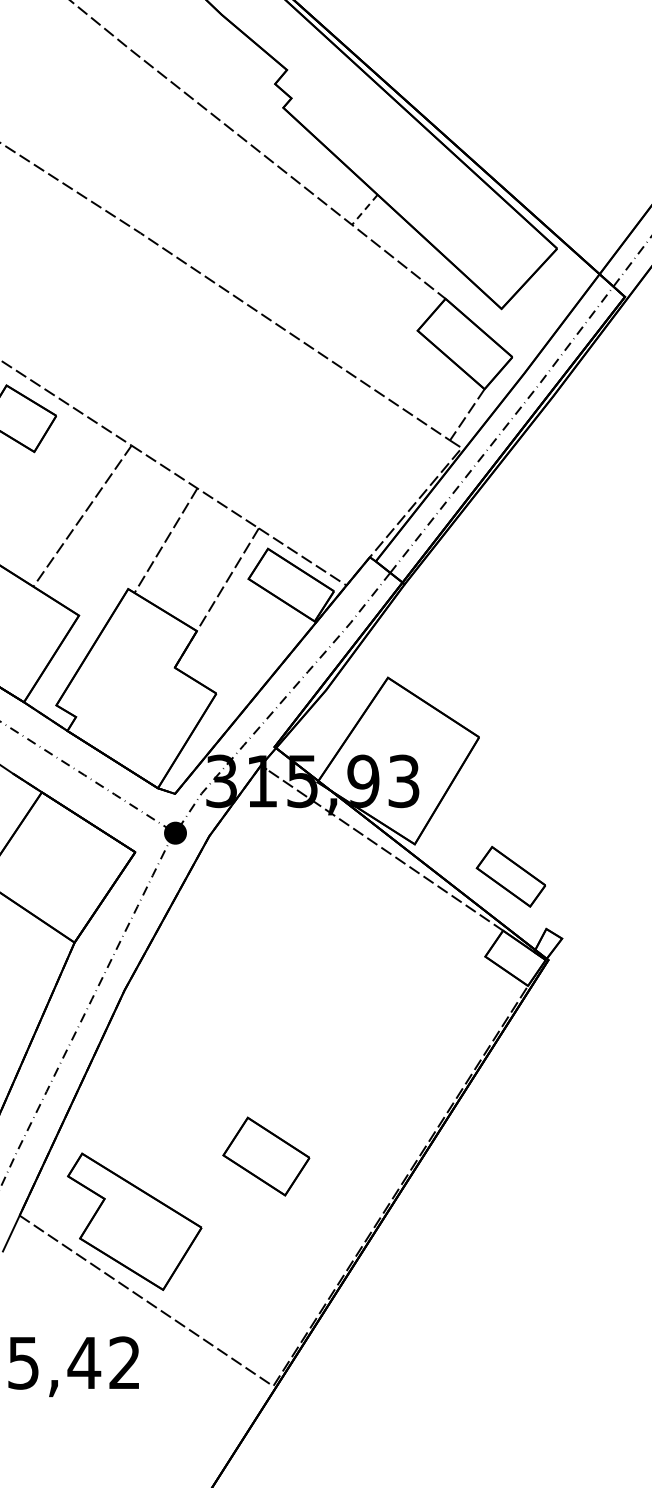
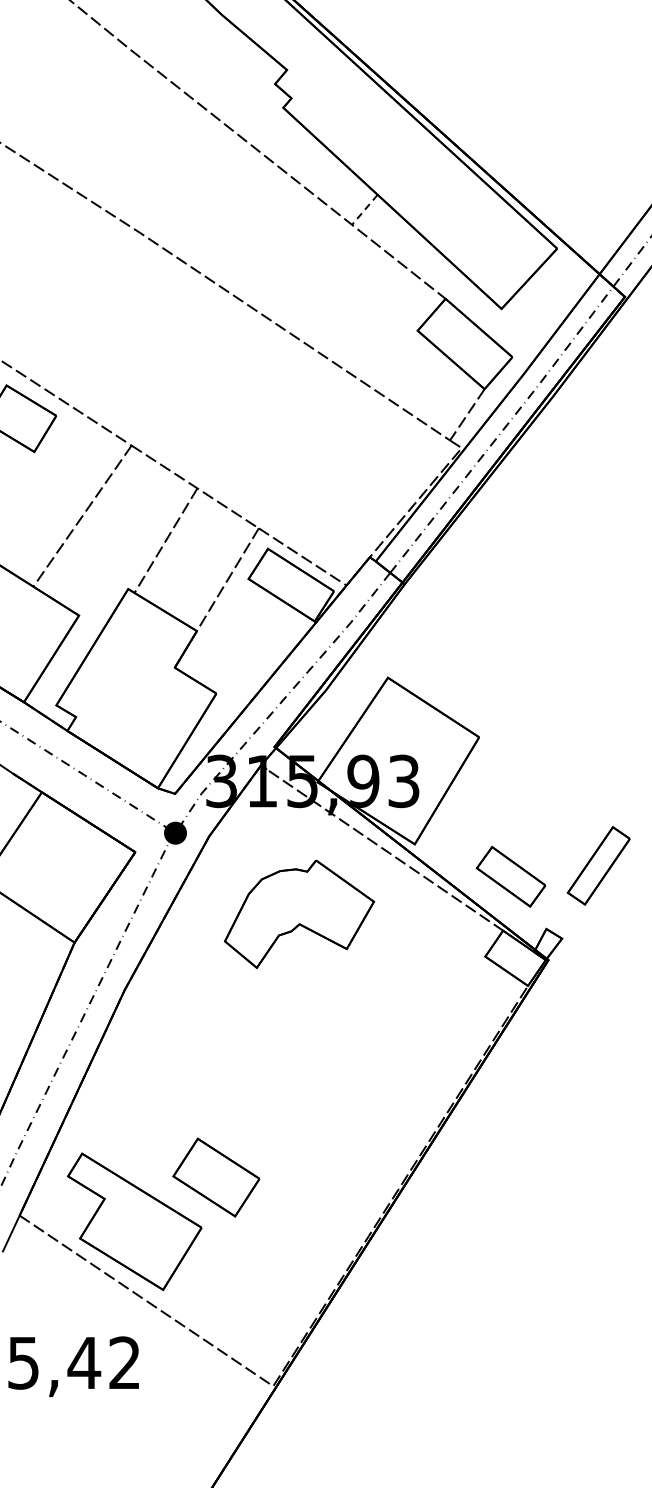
part at (598, 865): none -> present
part at (299, 913): none -> present
part at (266, 1156) position: (266, 1156) -> (216, 1177)
